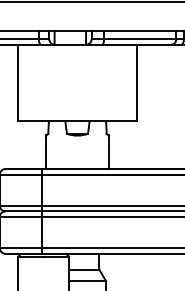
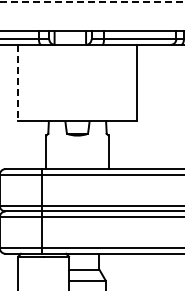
line at (92, 2): solid -> dashed
line at (18, 83): solid -> dashed
